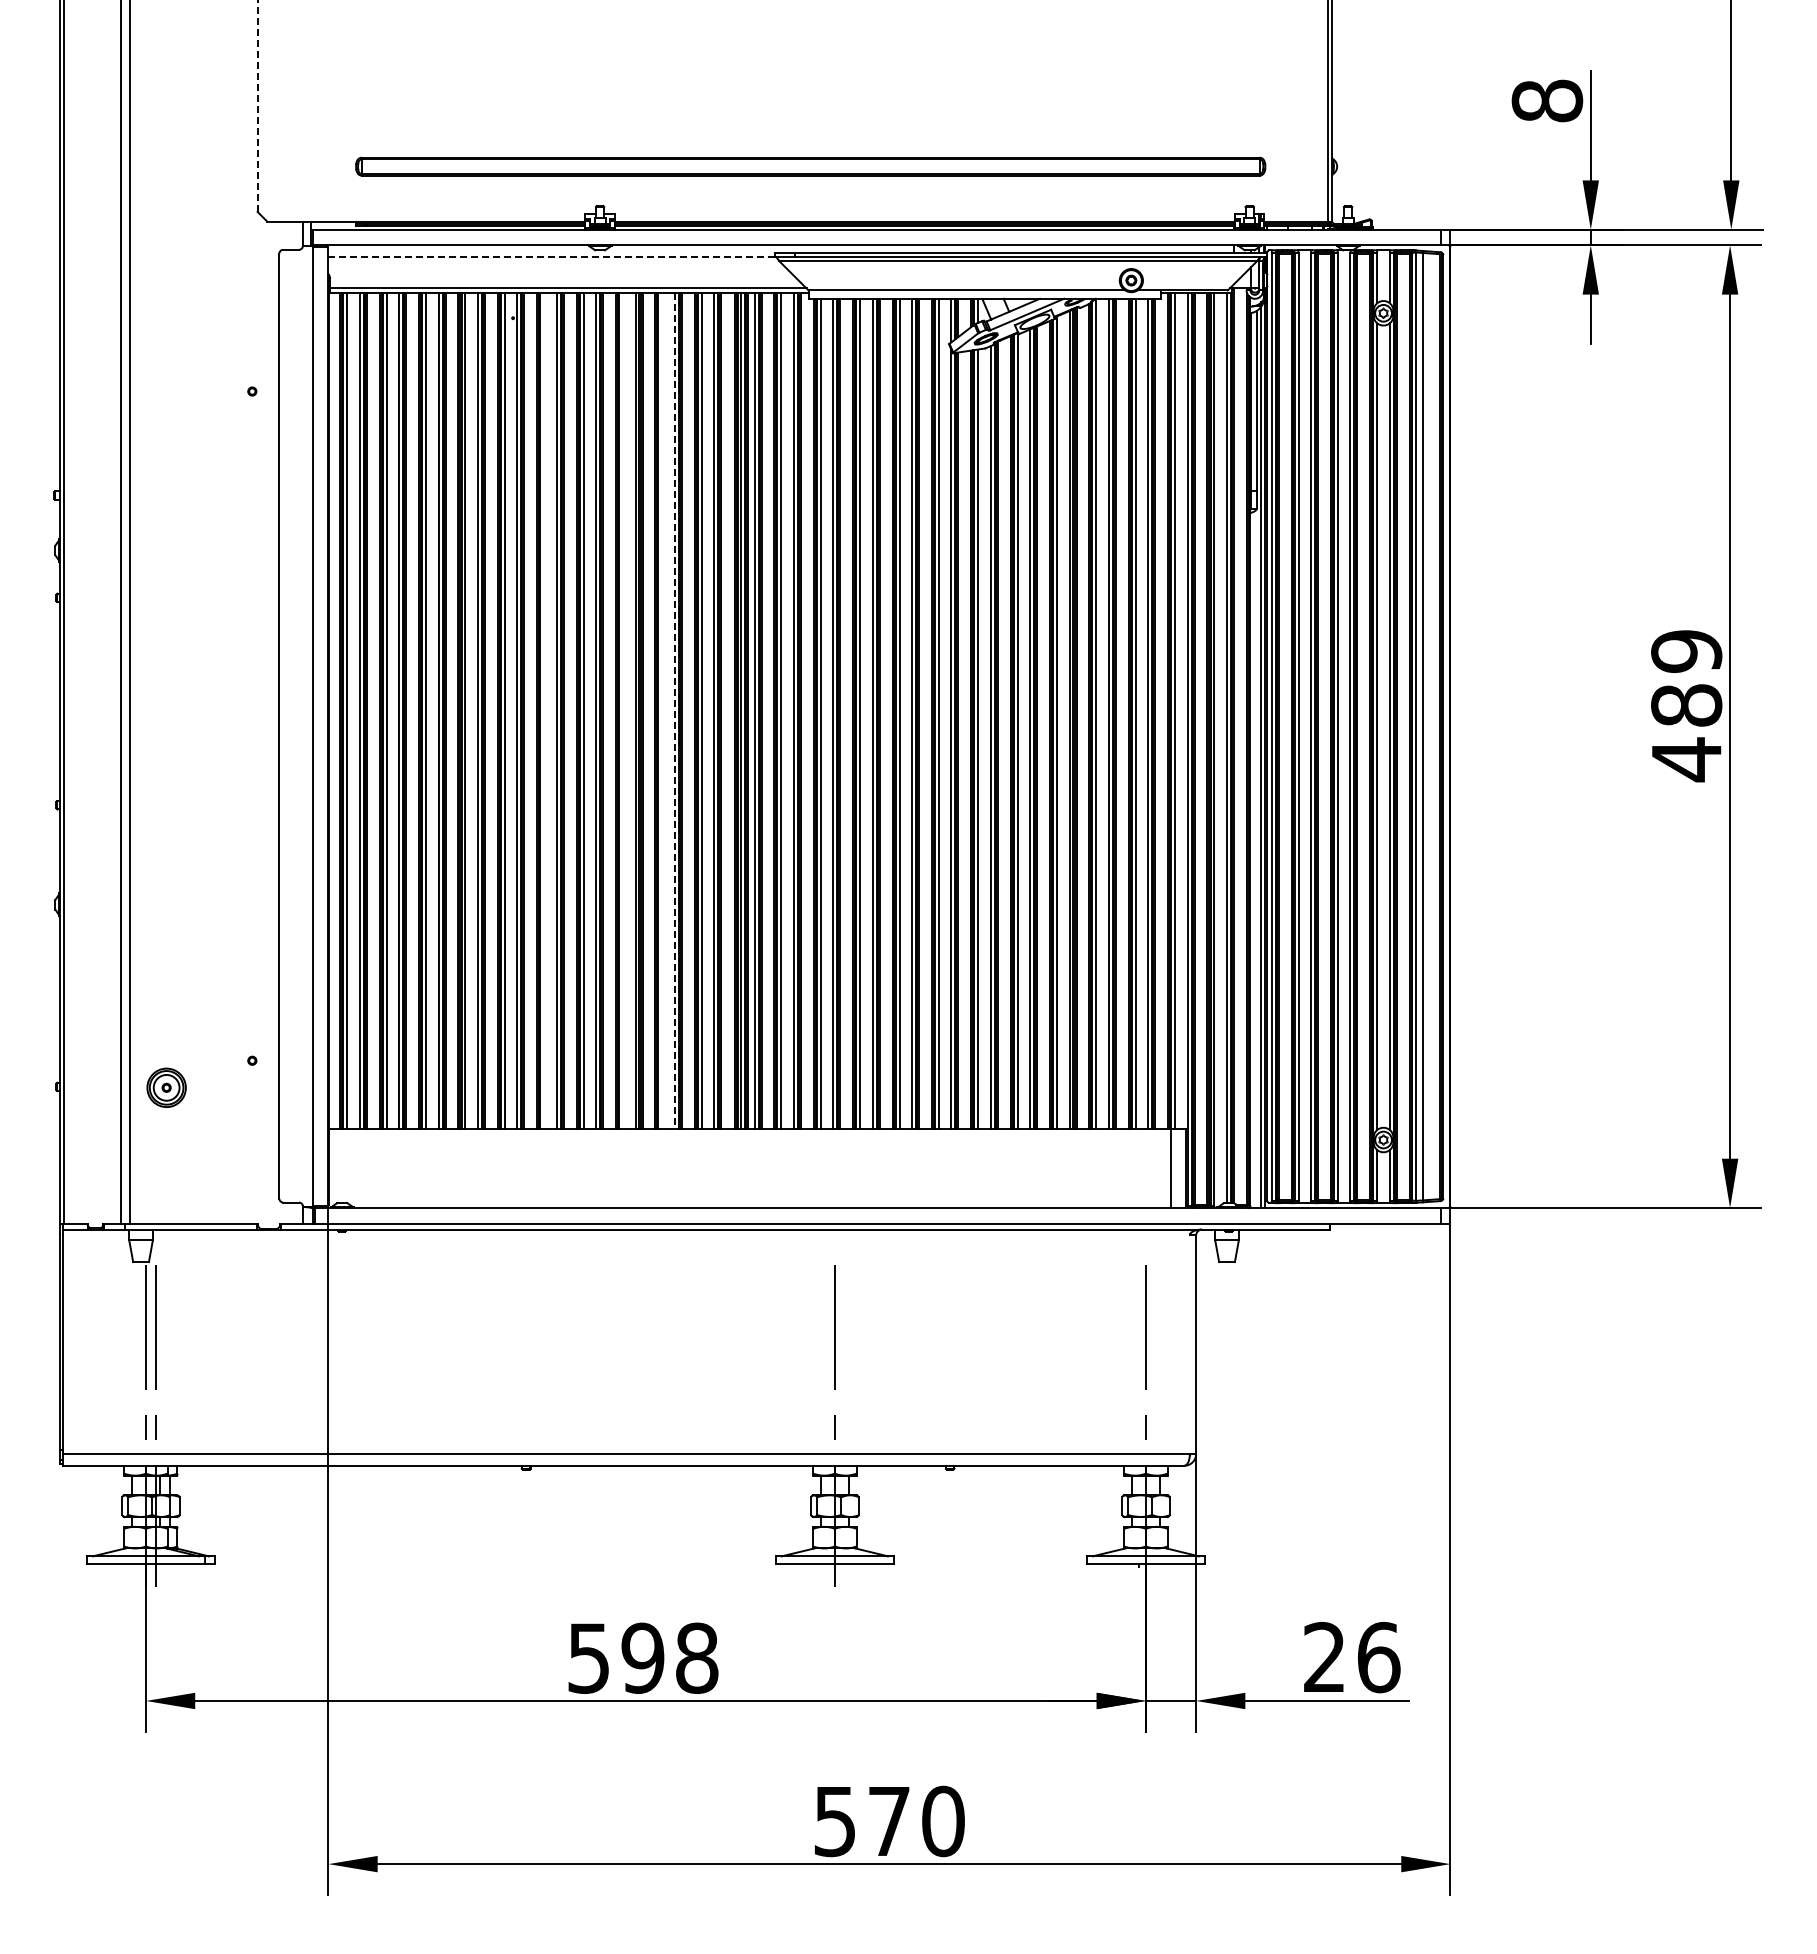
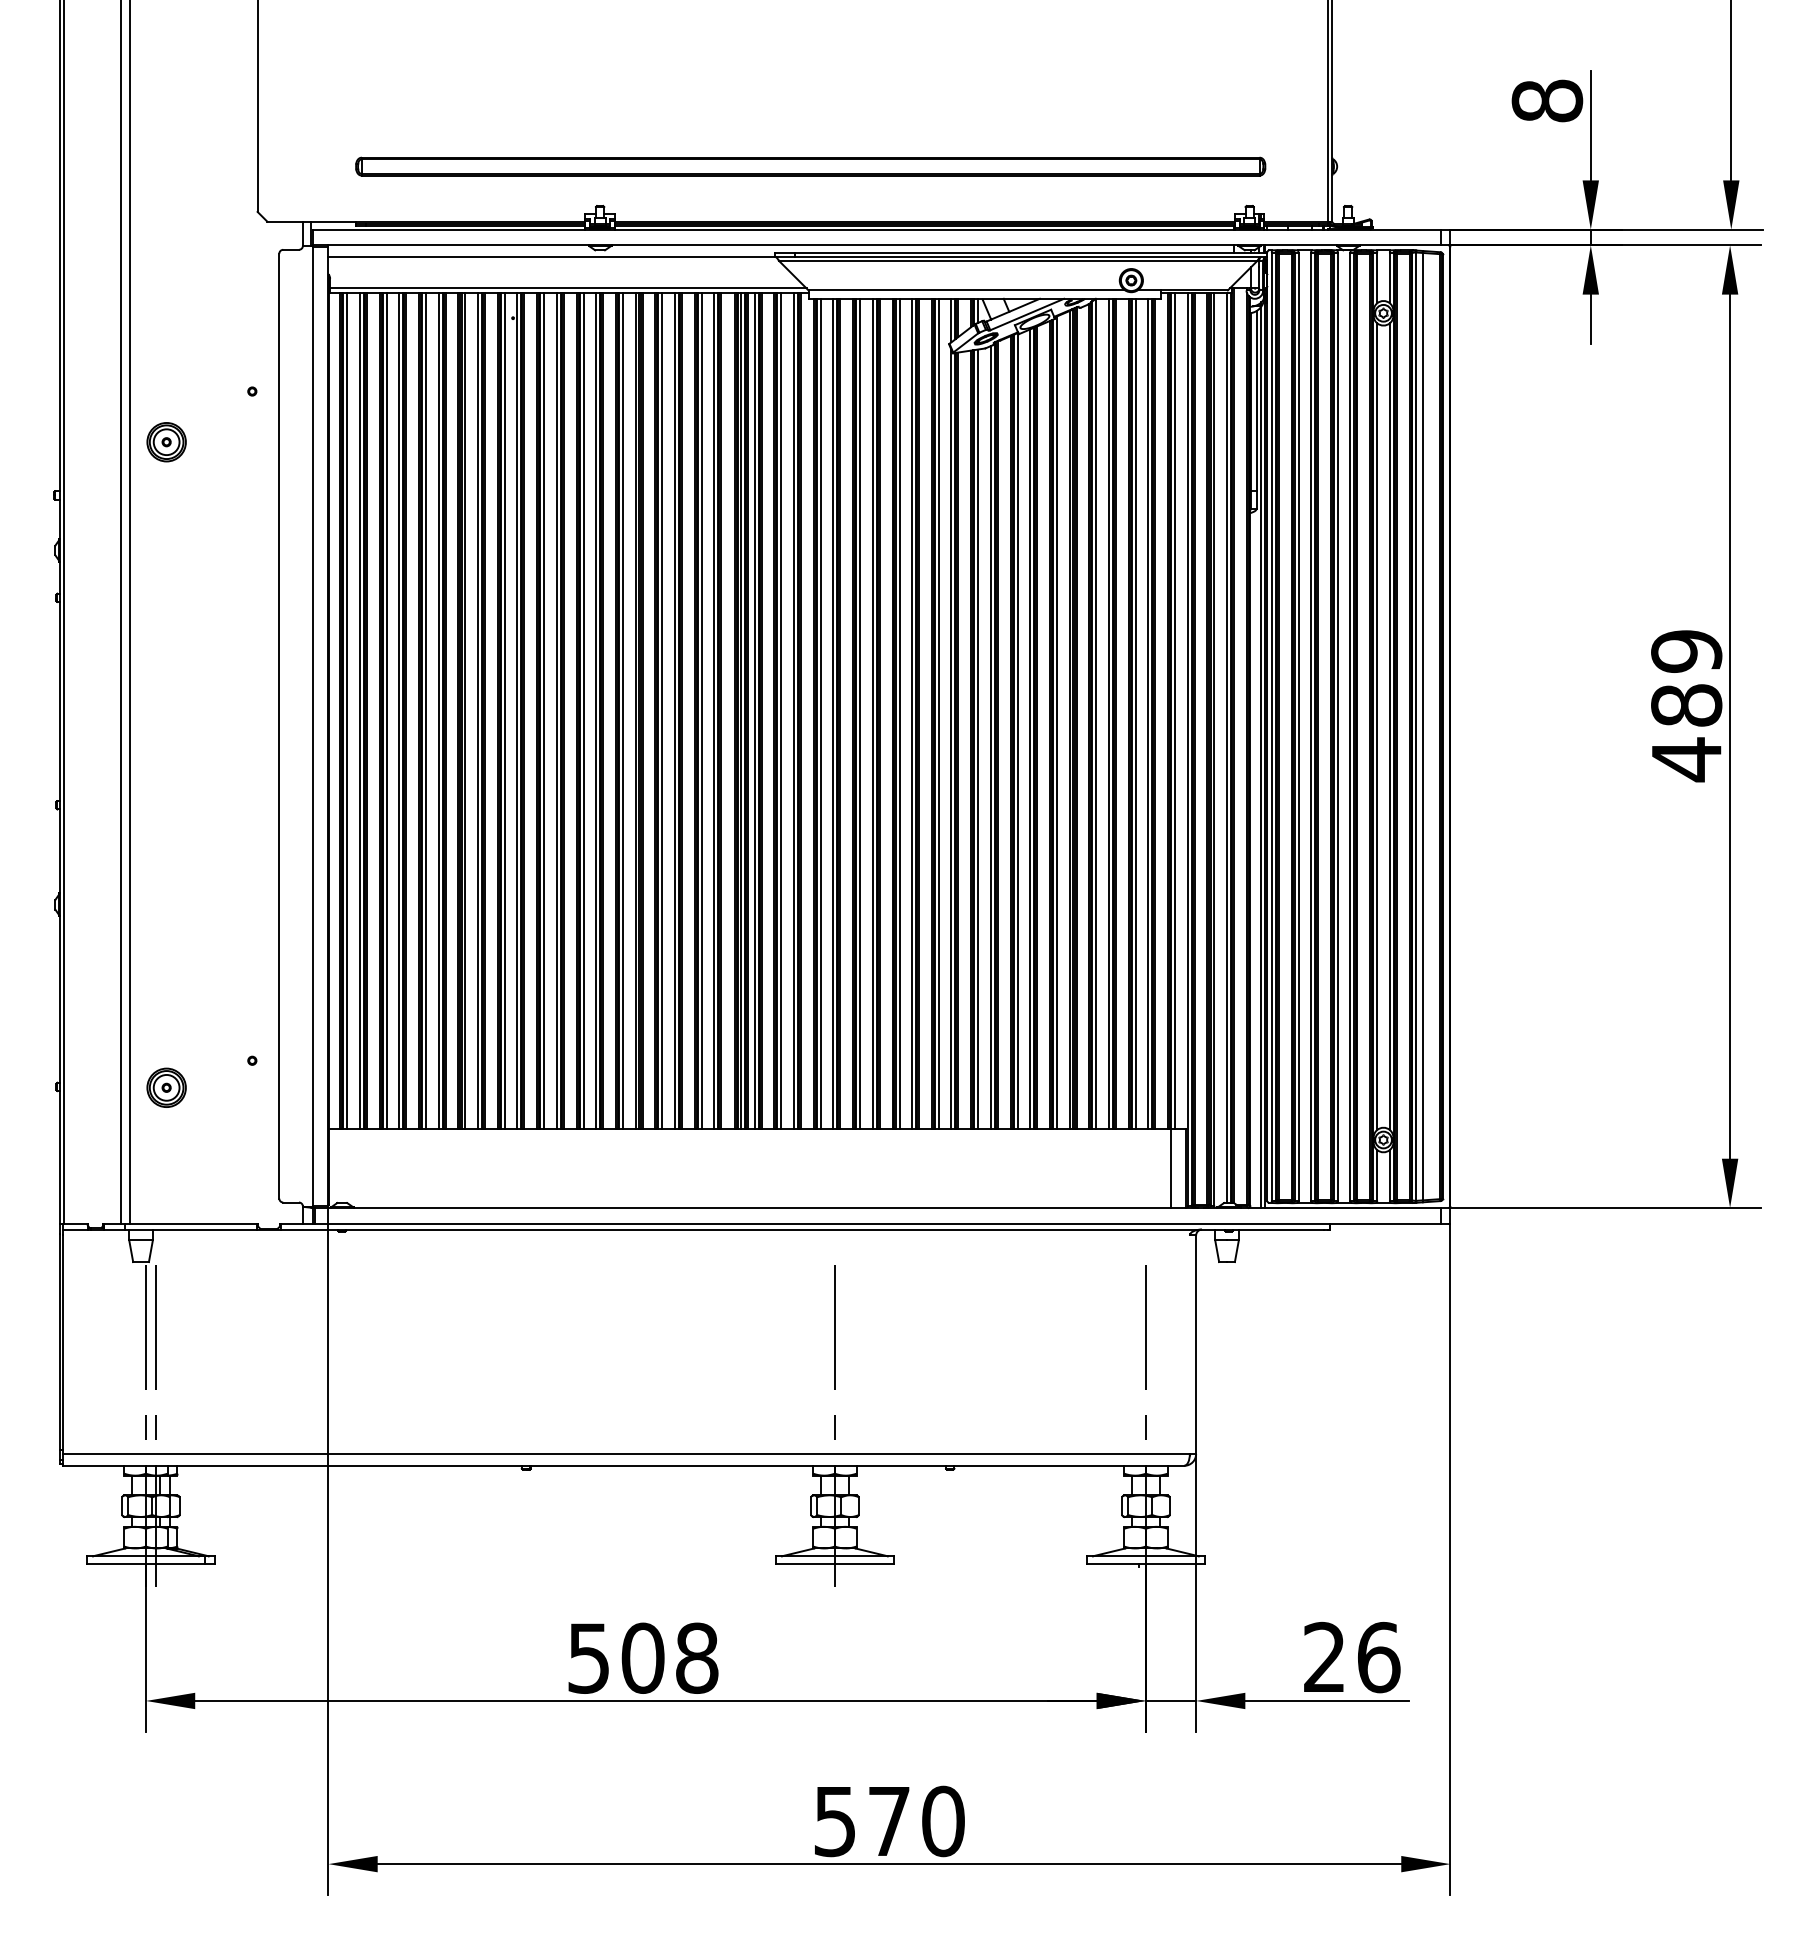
line at (257, 105): dashed -> solid
line at (552, 256): dashed -> solid
part at (166, 442): none -> present
line at (544, 710): none -> present
line at (622, 710): none -> present
line at (662, 710): none -> present
line at (674, 711): dashed -> solid
text at (642, 1657): 598 -> 508
